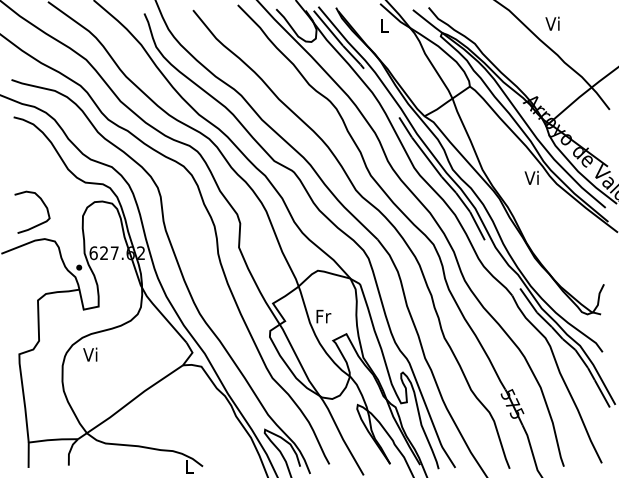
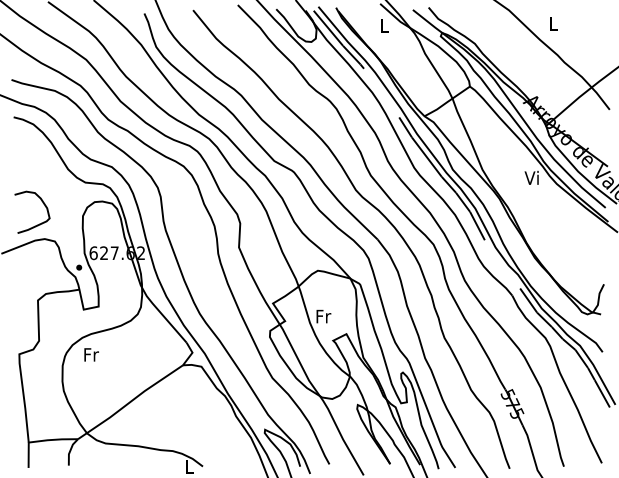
text at (552, 23): Vi -> L
text at (91, 354): Vi -> Fr
